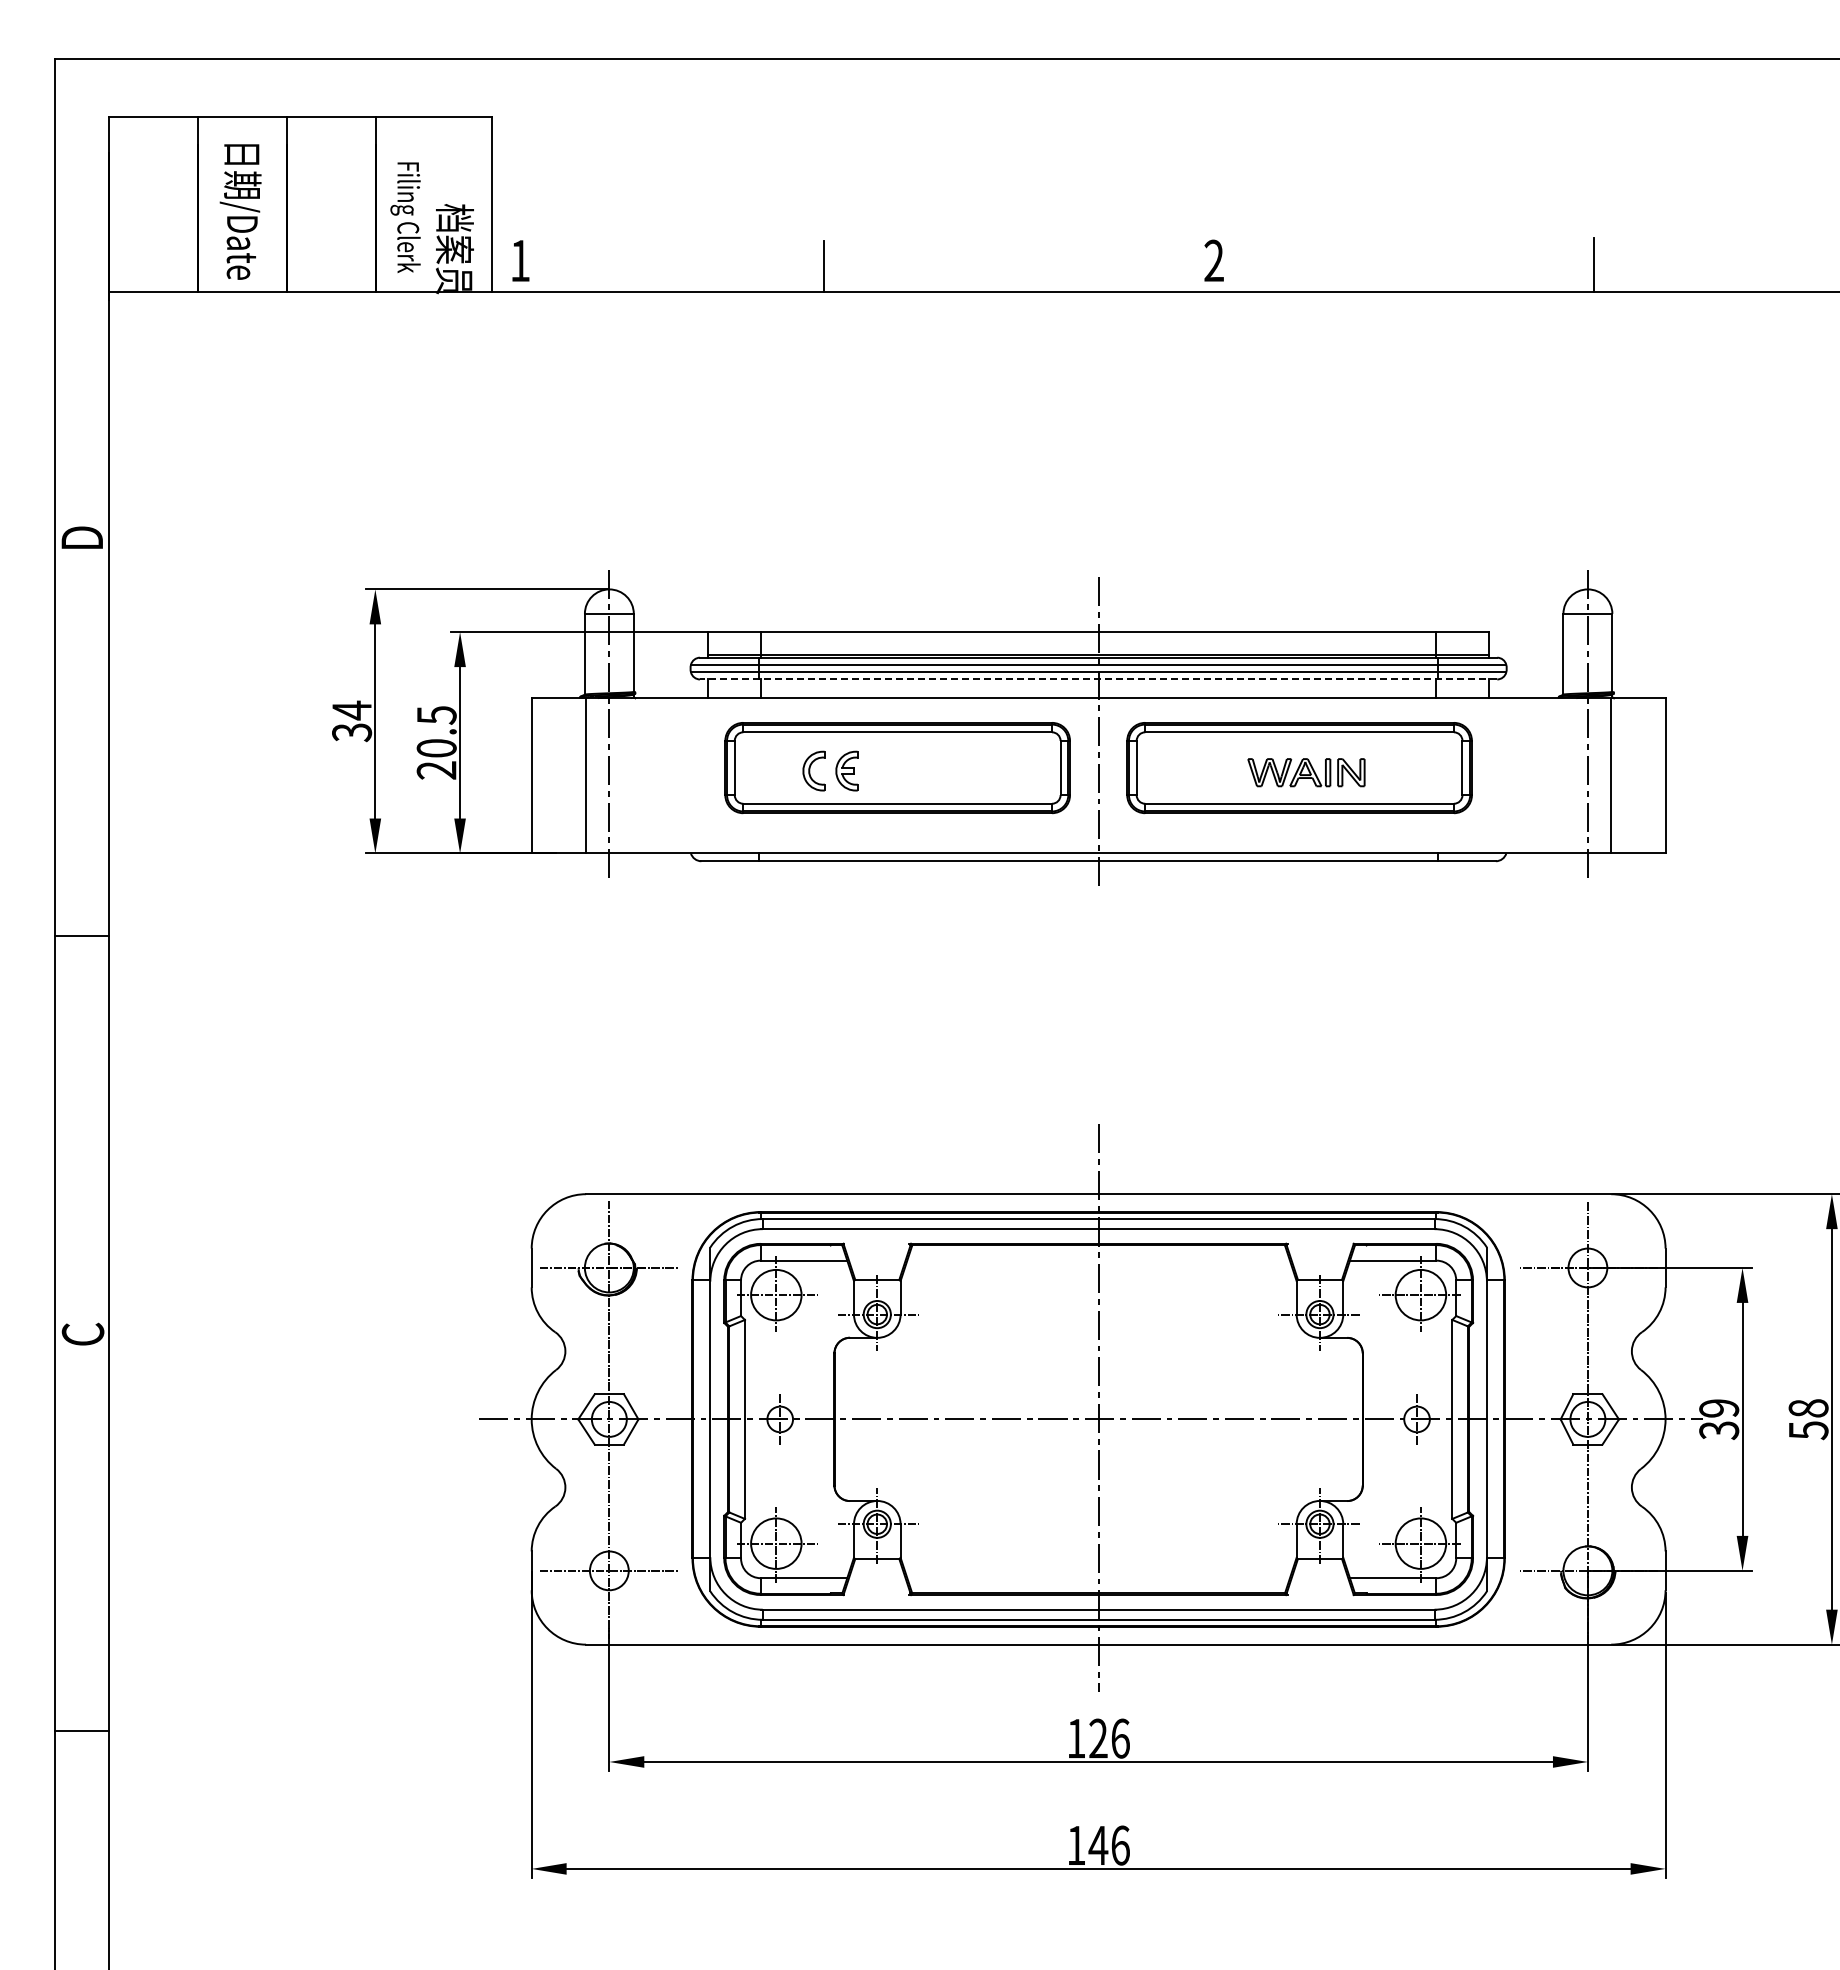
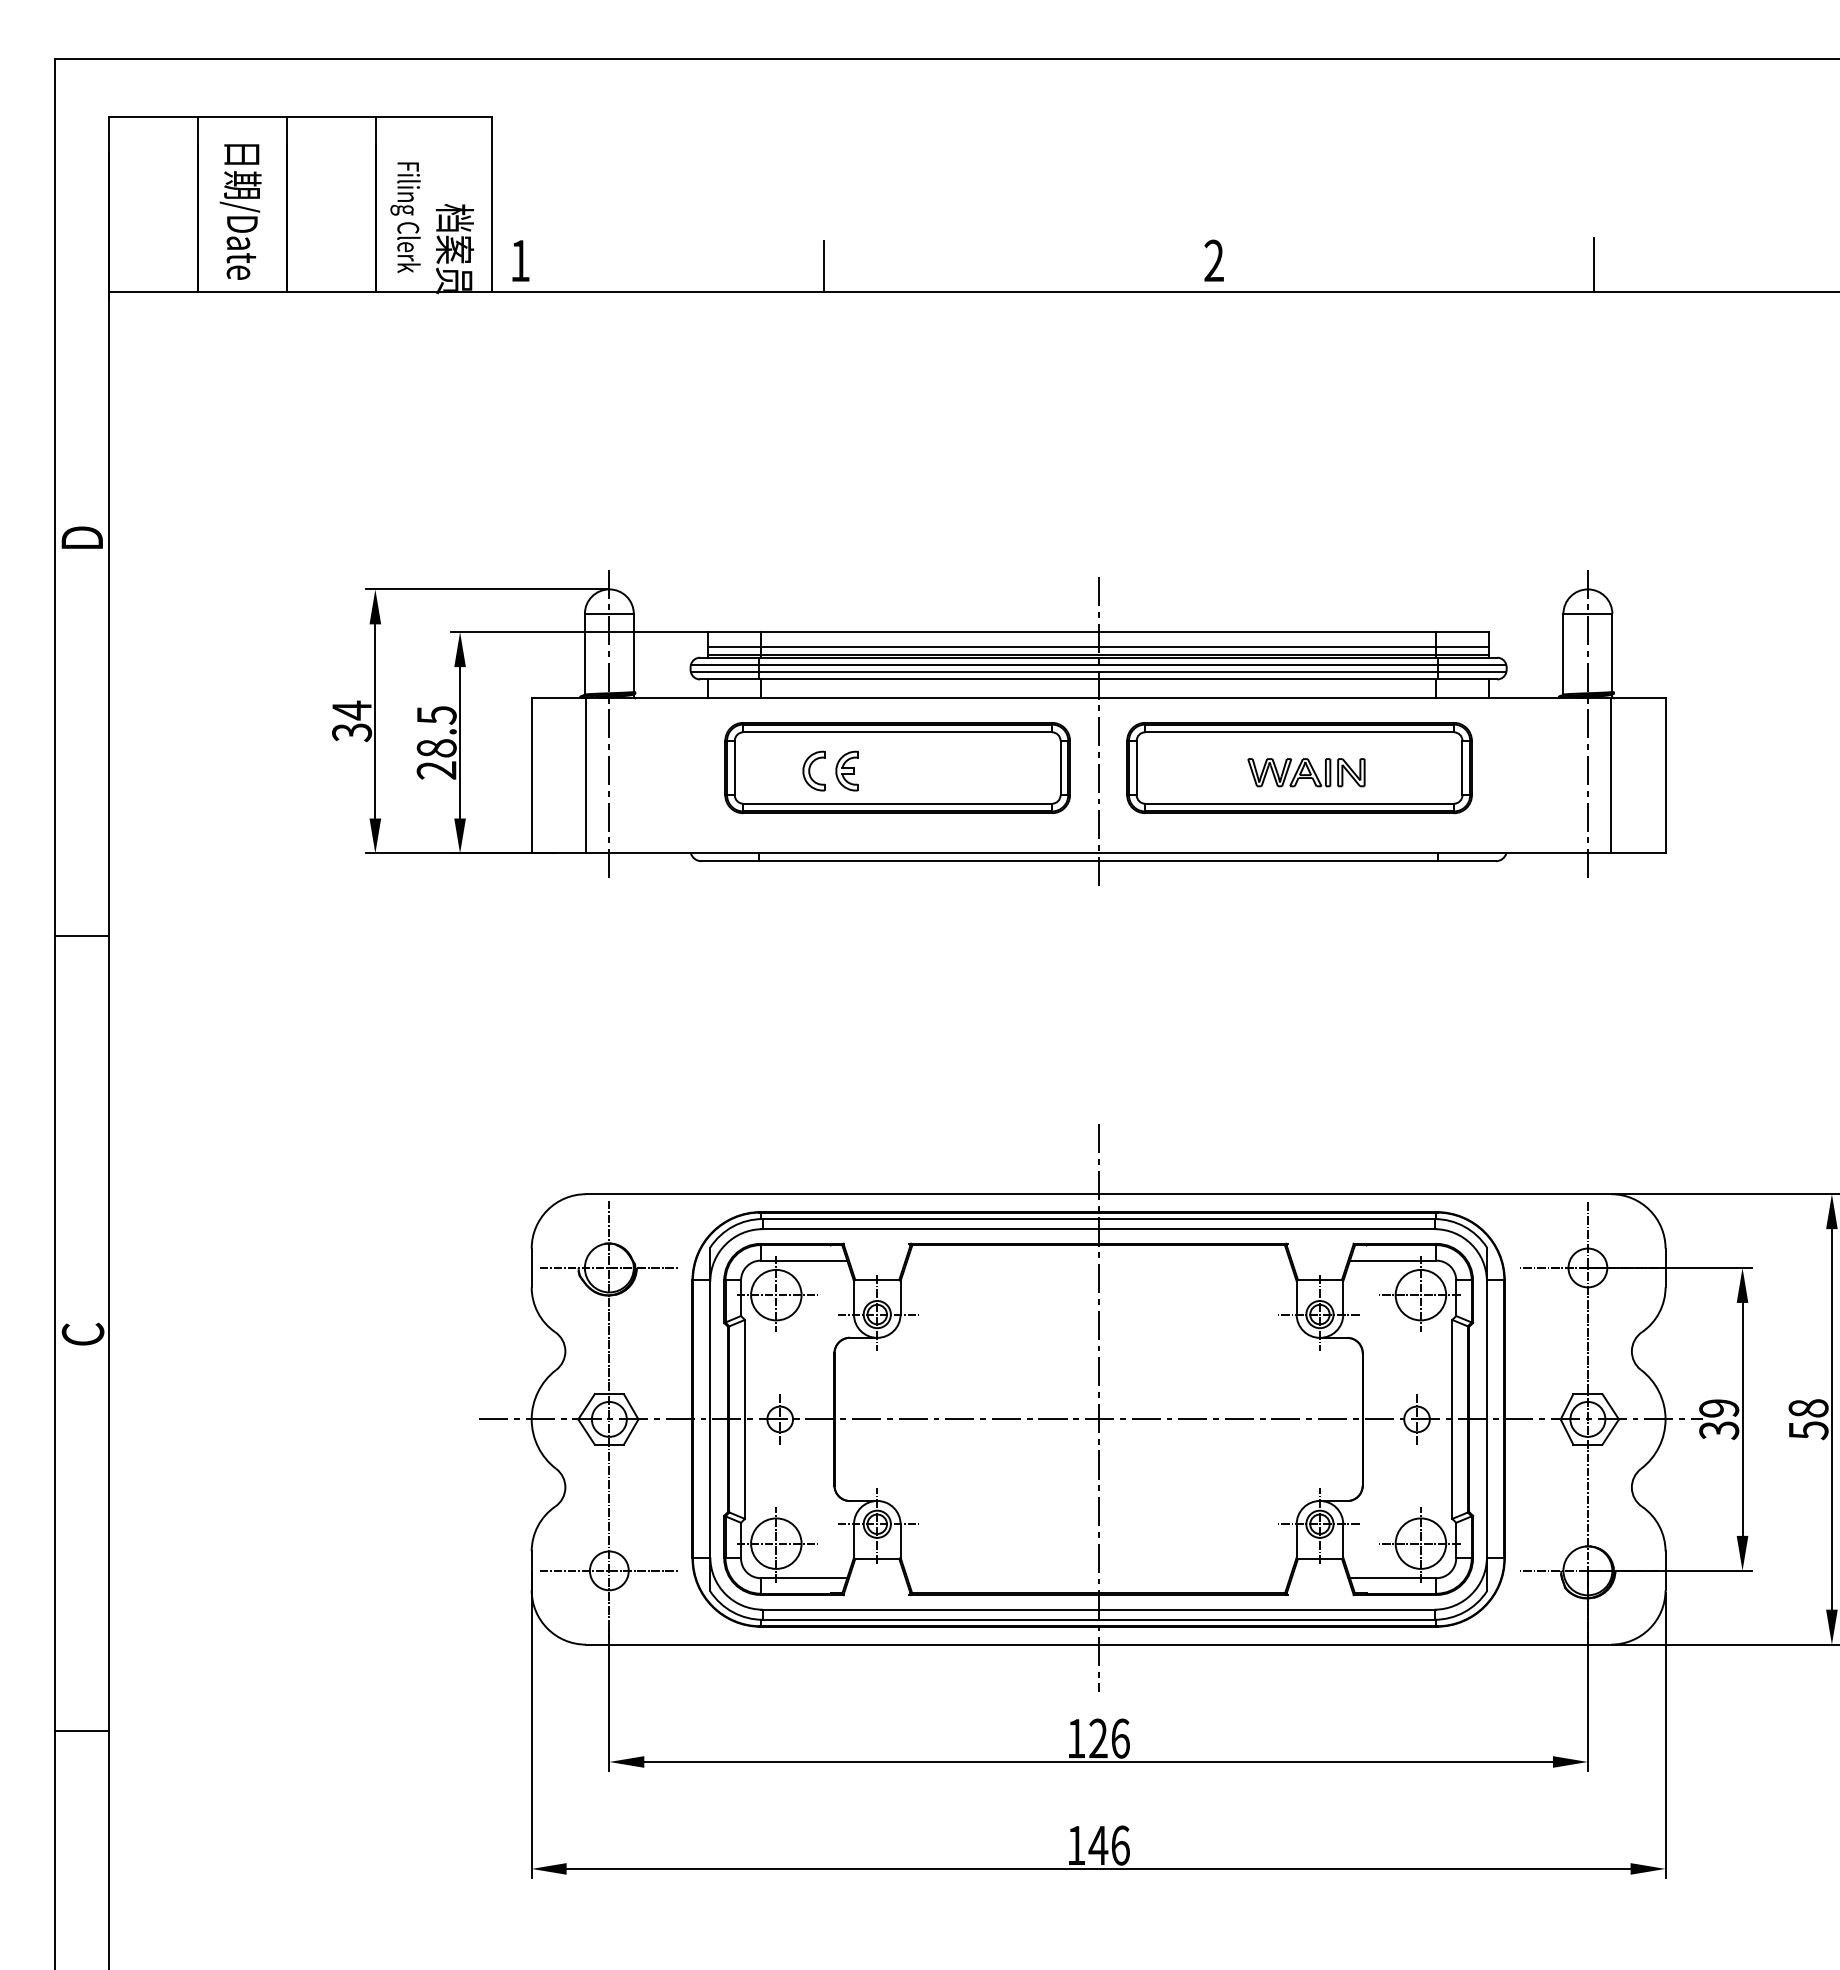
line at (1098, 646): none -> present
line at (1098, 679): dashed -> solid
text at (436, 748): 20.5 -> 28.5
